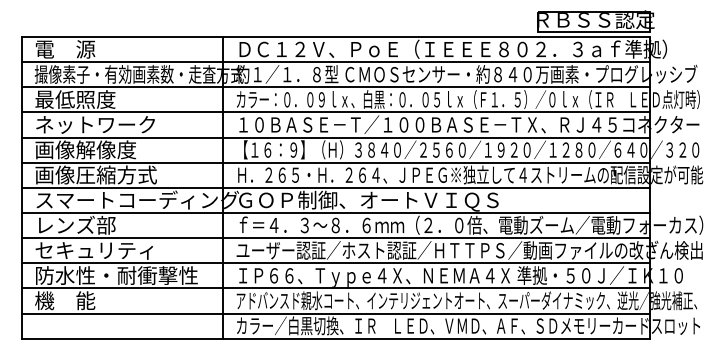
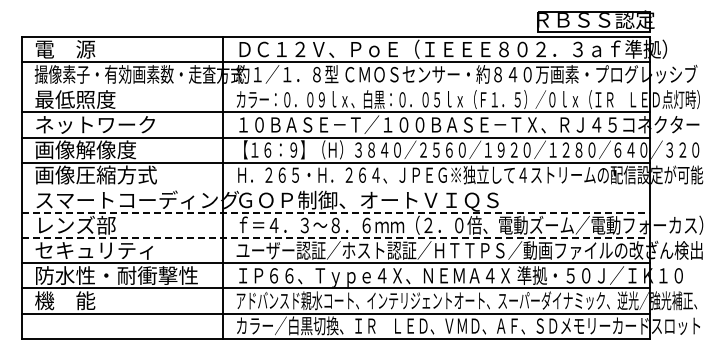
line at (335, 87): present -> none
line at (335, 187): present -> none
line at (336, 212): solid -> dashed
line at (336, 238): solid -> dashed
